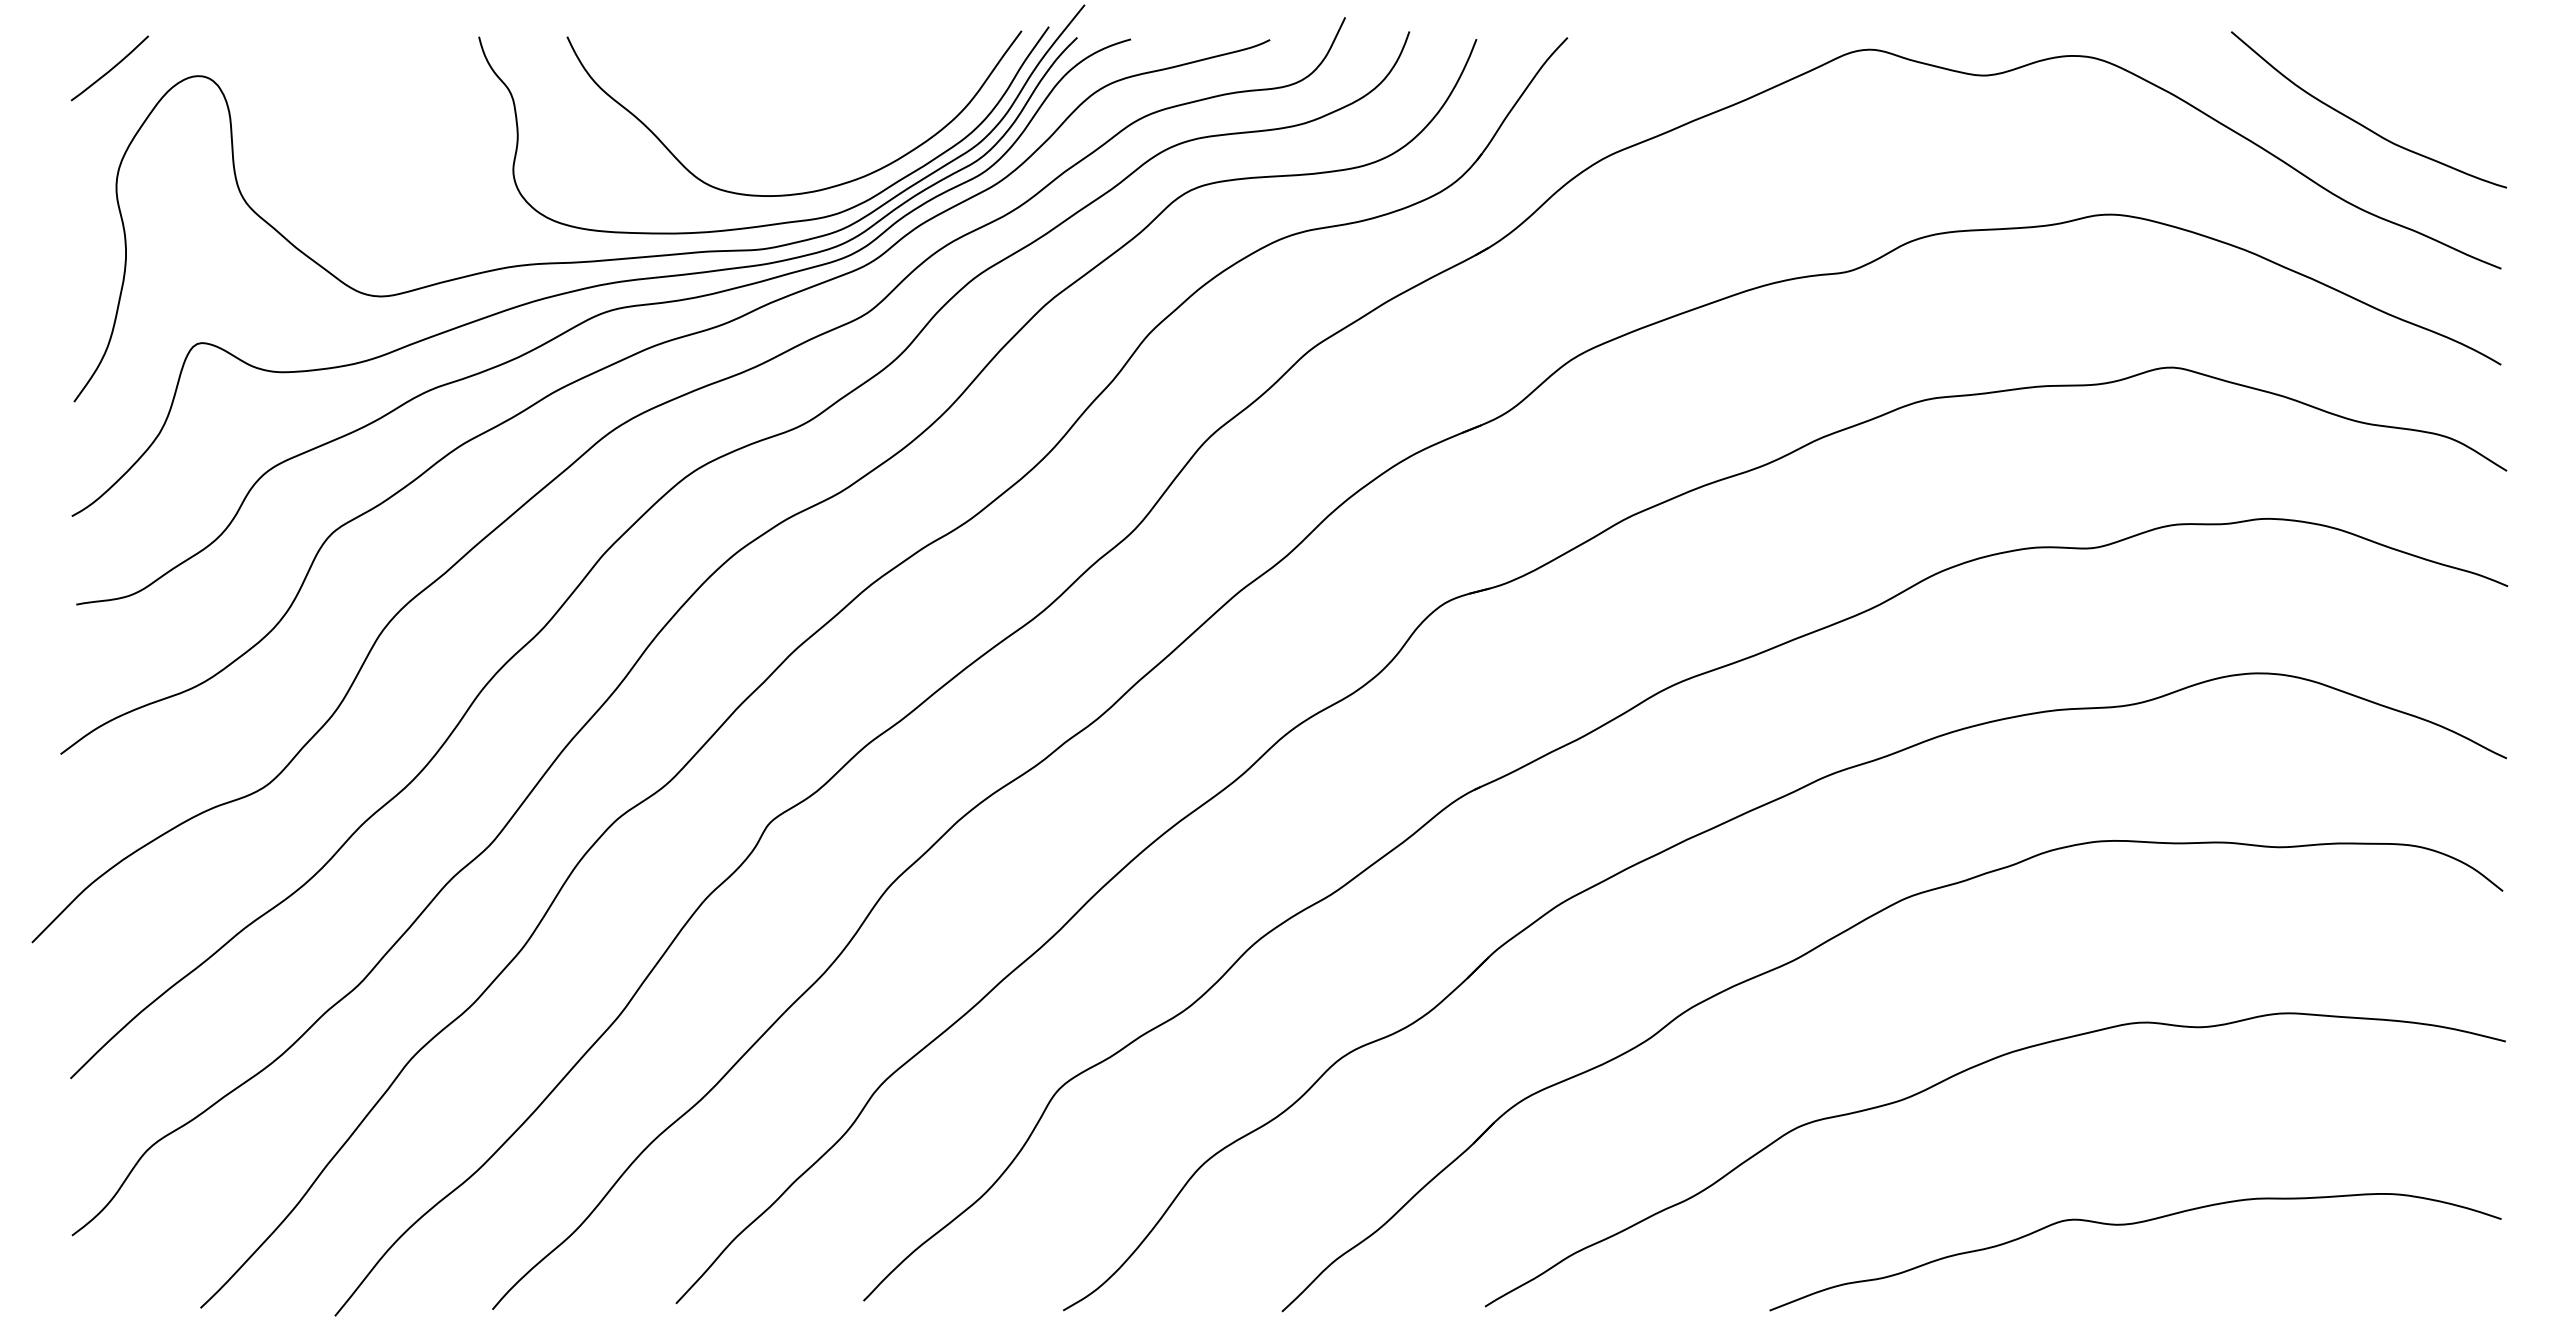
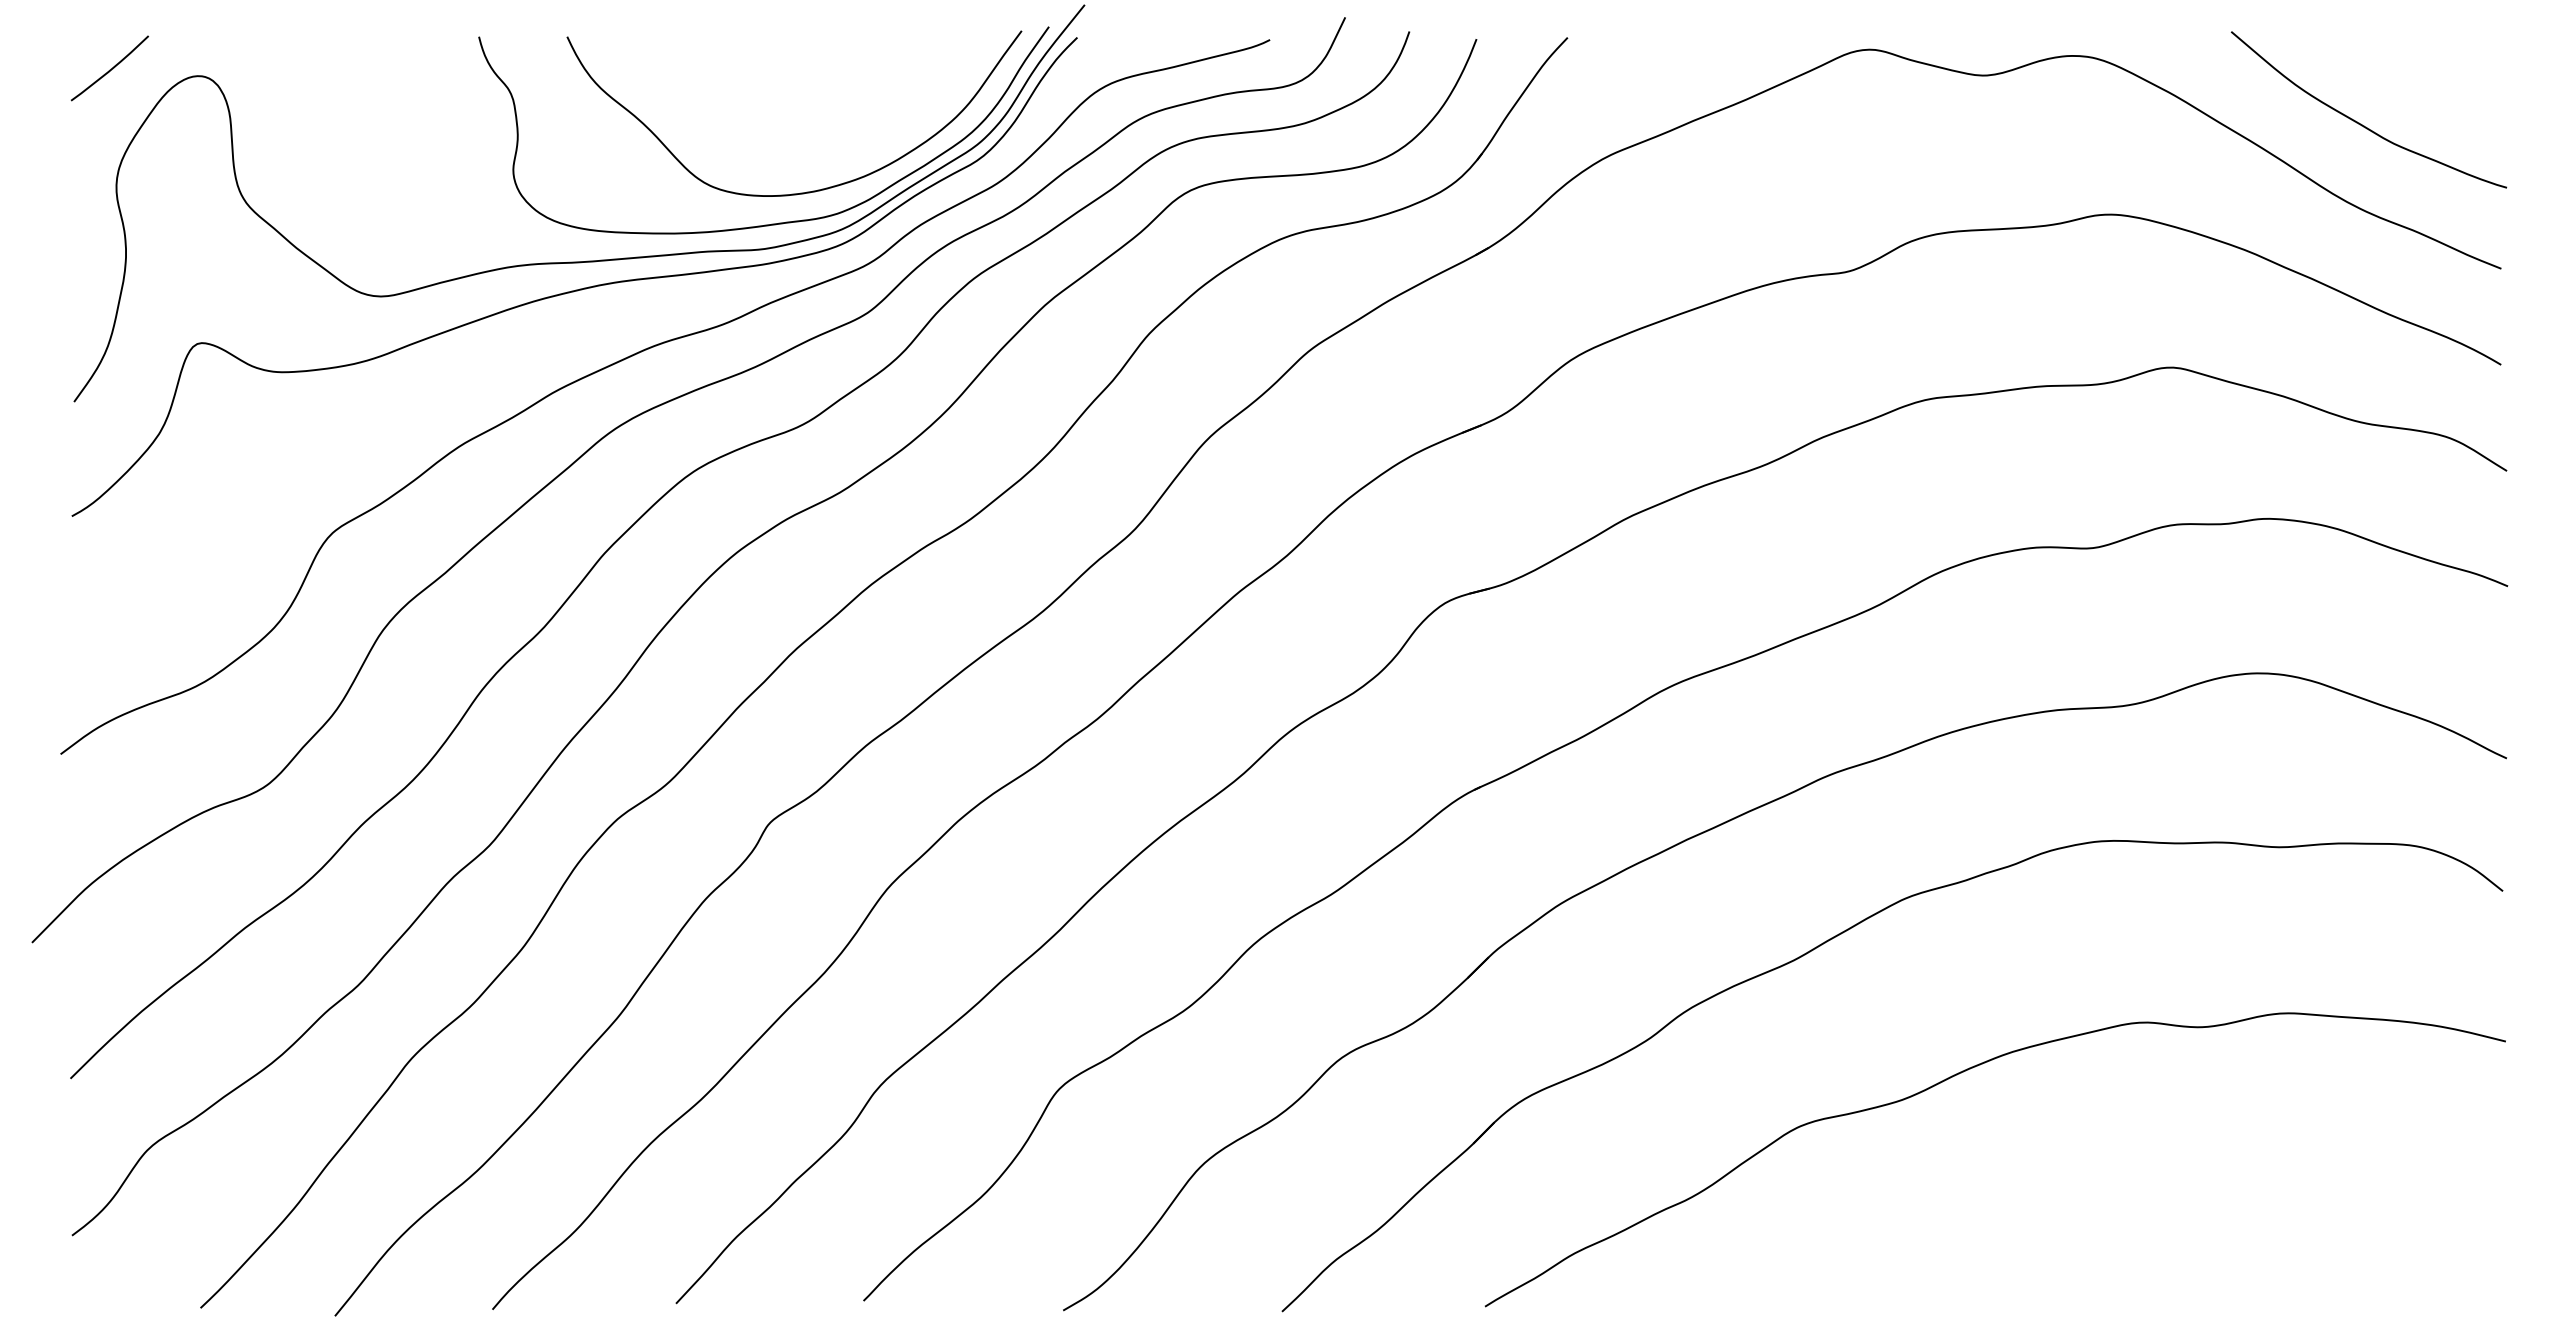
curve at (600, 315): present -> none
curve at (2134, 1224): present -> none
